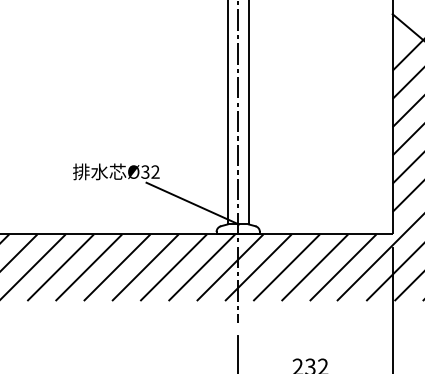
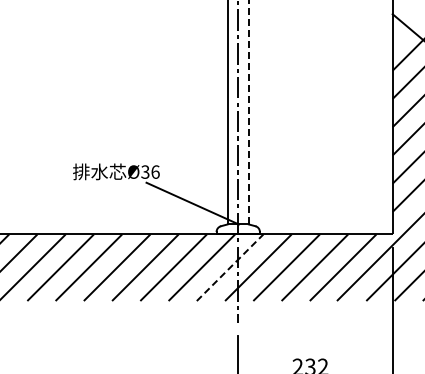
line at (248, 112): solid -> dashed
text at (155, 171): Ø32 -> Ø36
line at (230, 267): solid -> dashed
